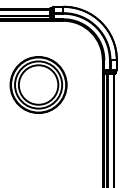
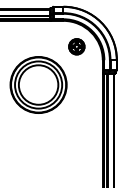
part at (76, 46): none -> present
